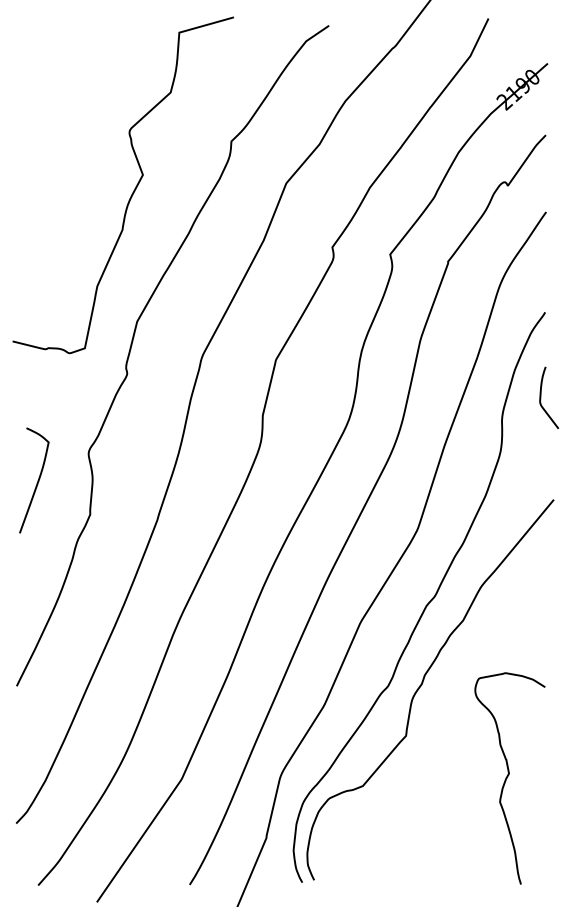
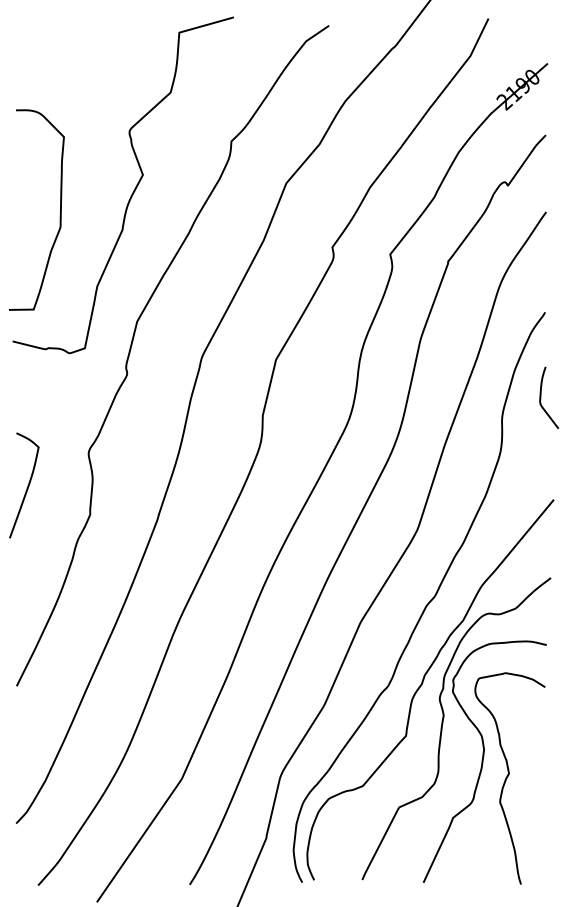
curve at (59, 214): none -> present
curve at (37, 480) position: (37, 480) -> (27, 485)
part at (443, 724): none -> present
